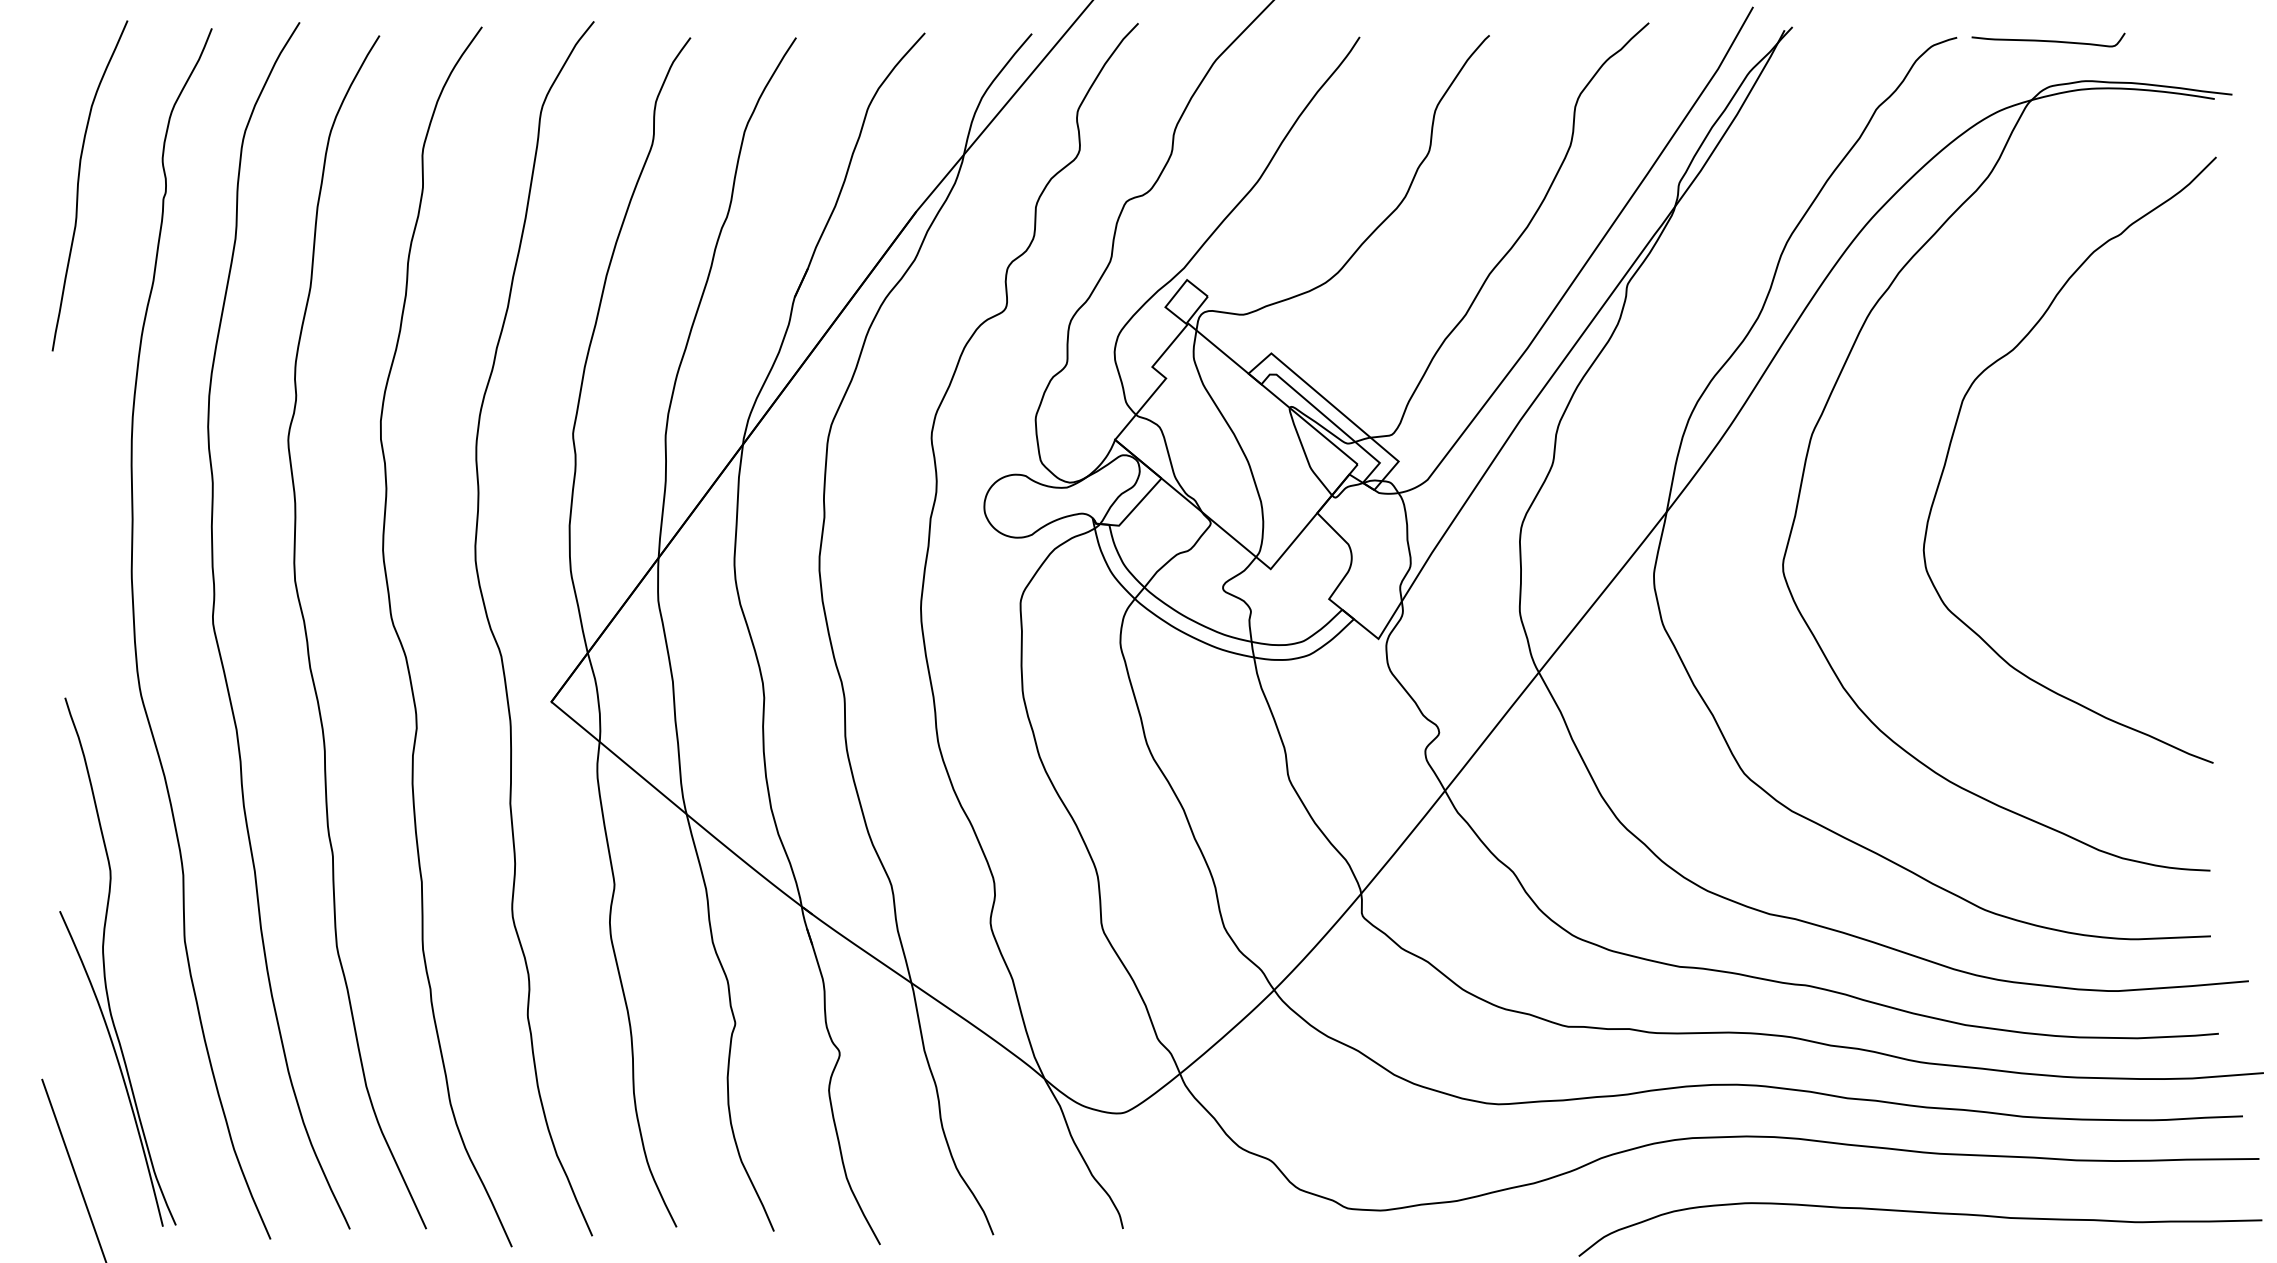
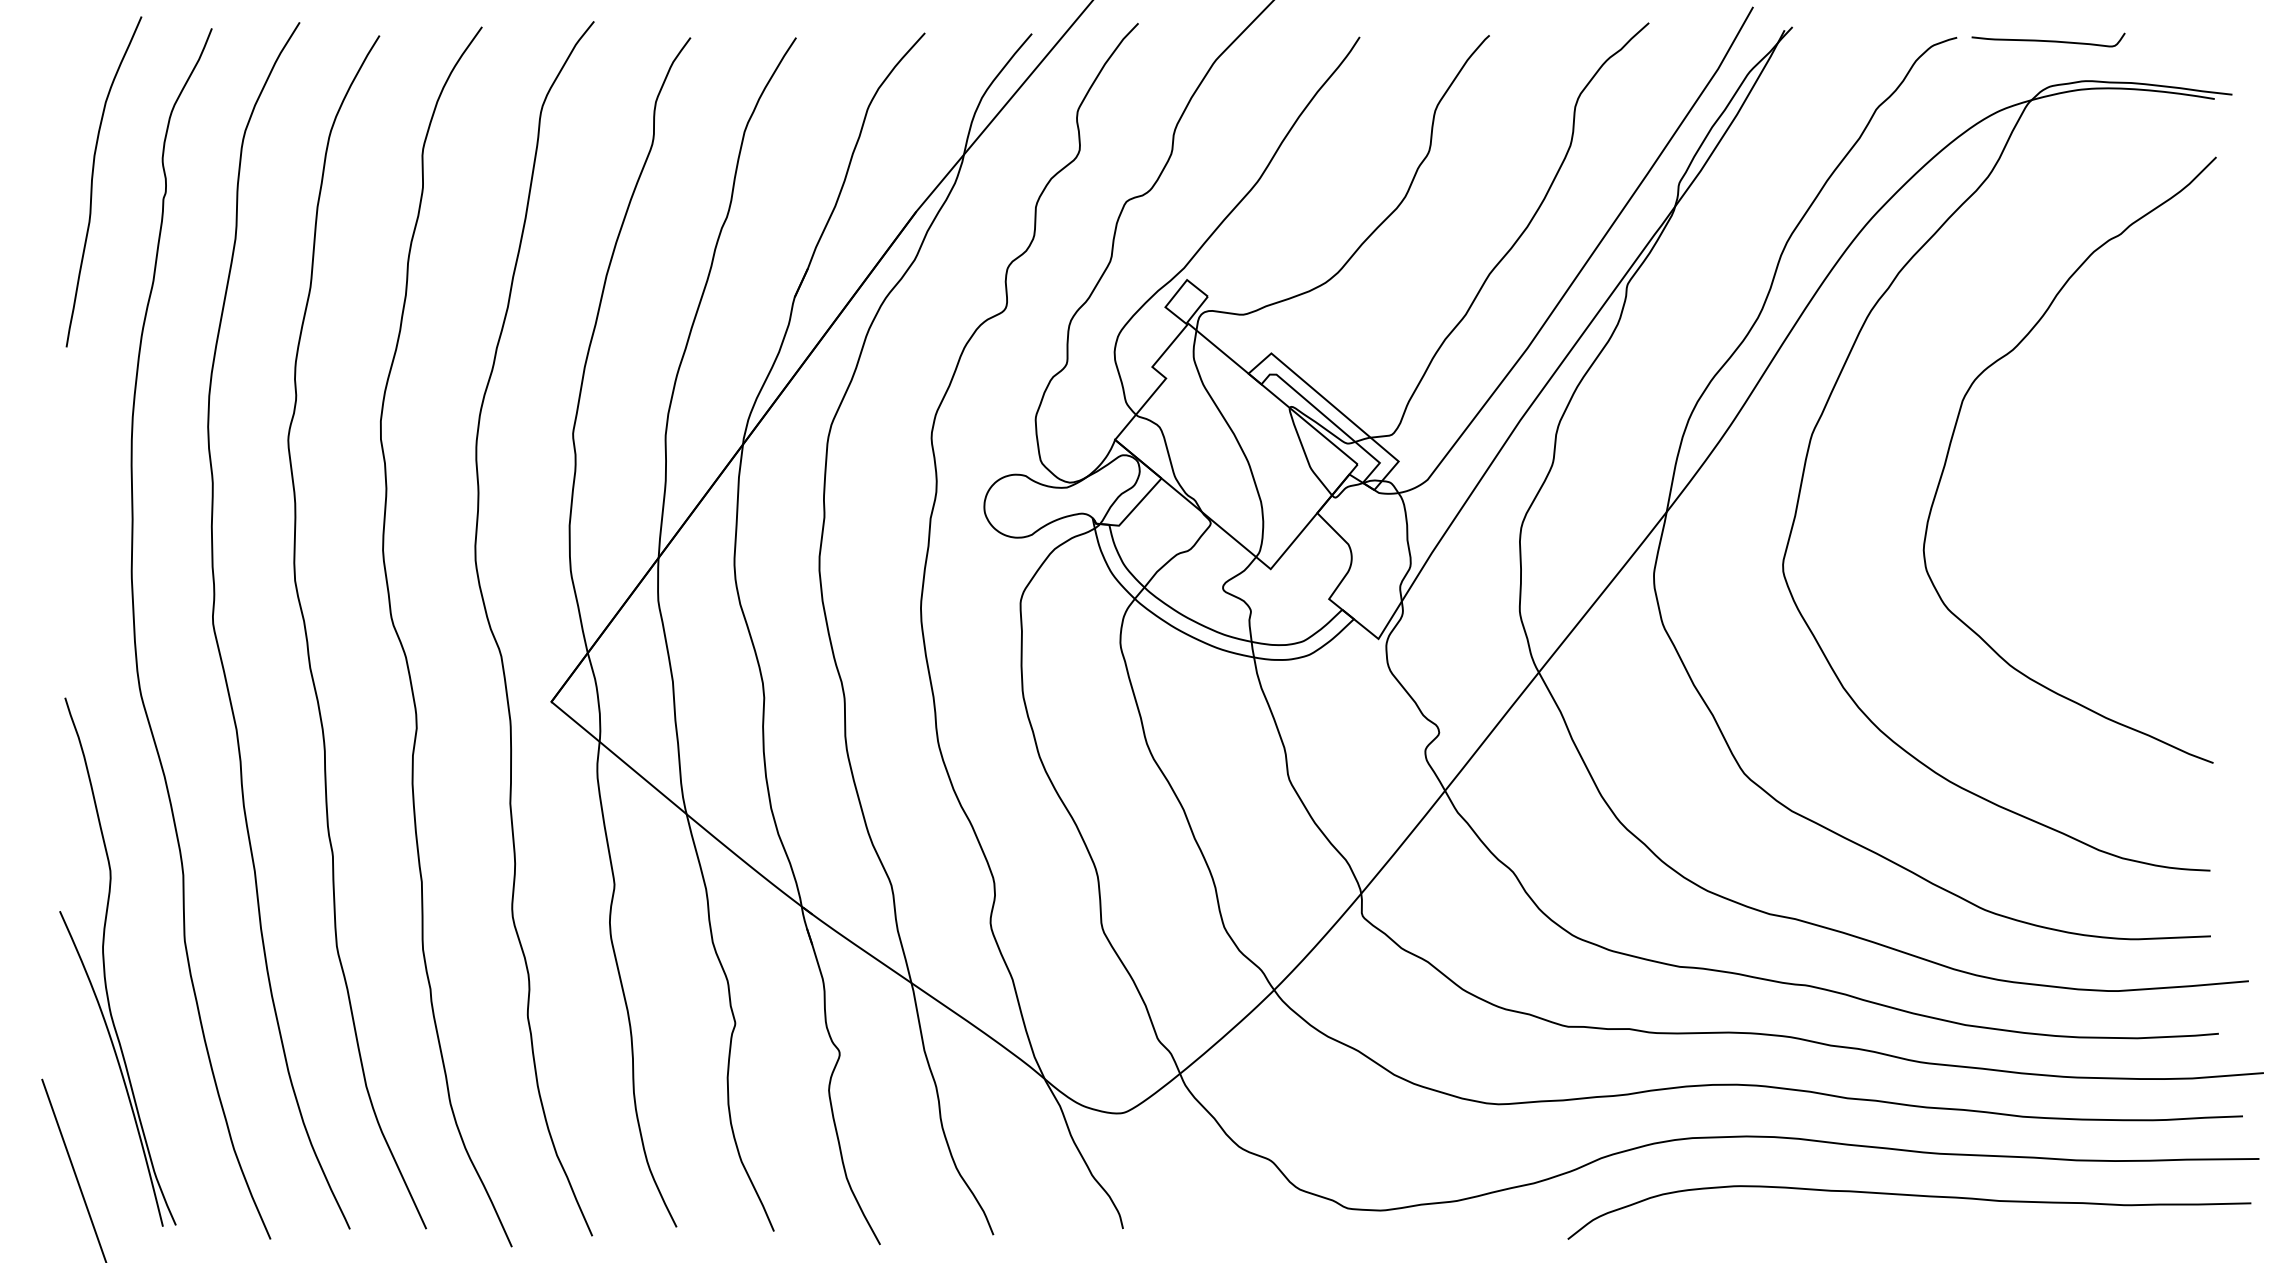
curve at (79, 181) position: (79, 181) -> (93, 177)
curve at (1921, 1213) position: (1921, 1213) -> (1910, 1196)
